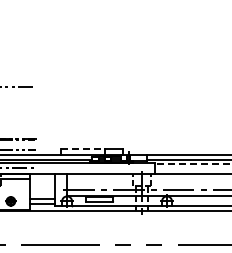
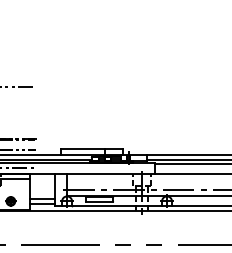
line at (82, 148): dashed -> solid
line at (192, 164): dashed -> solid
